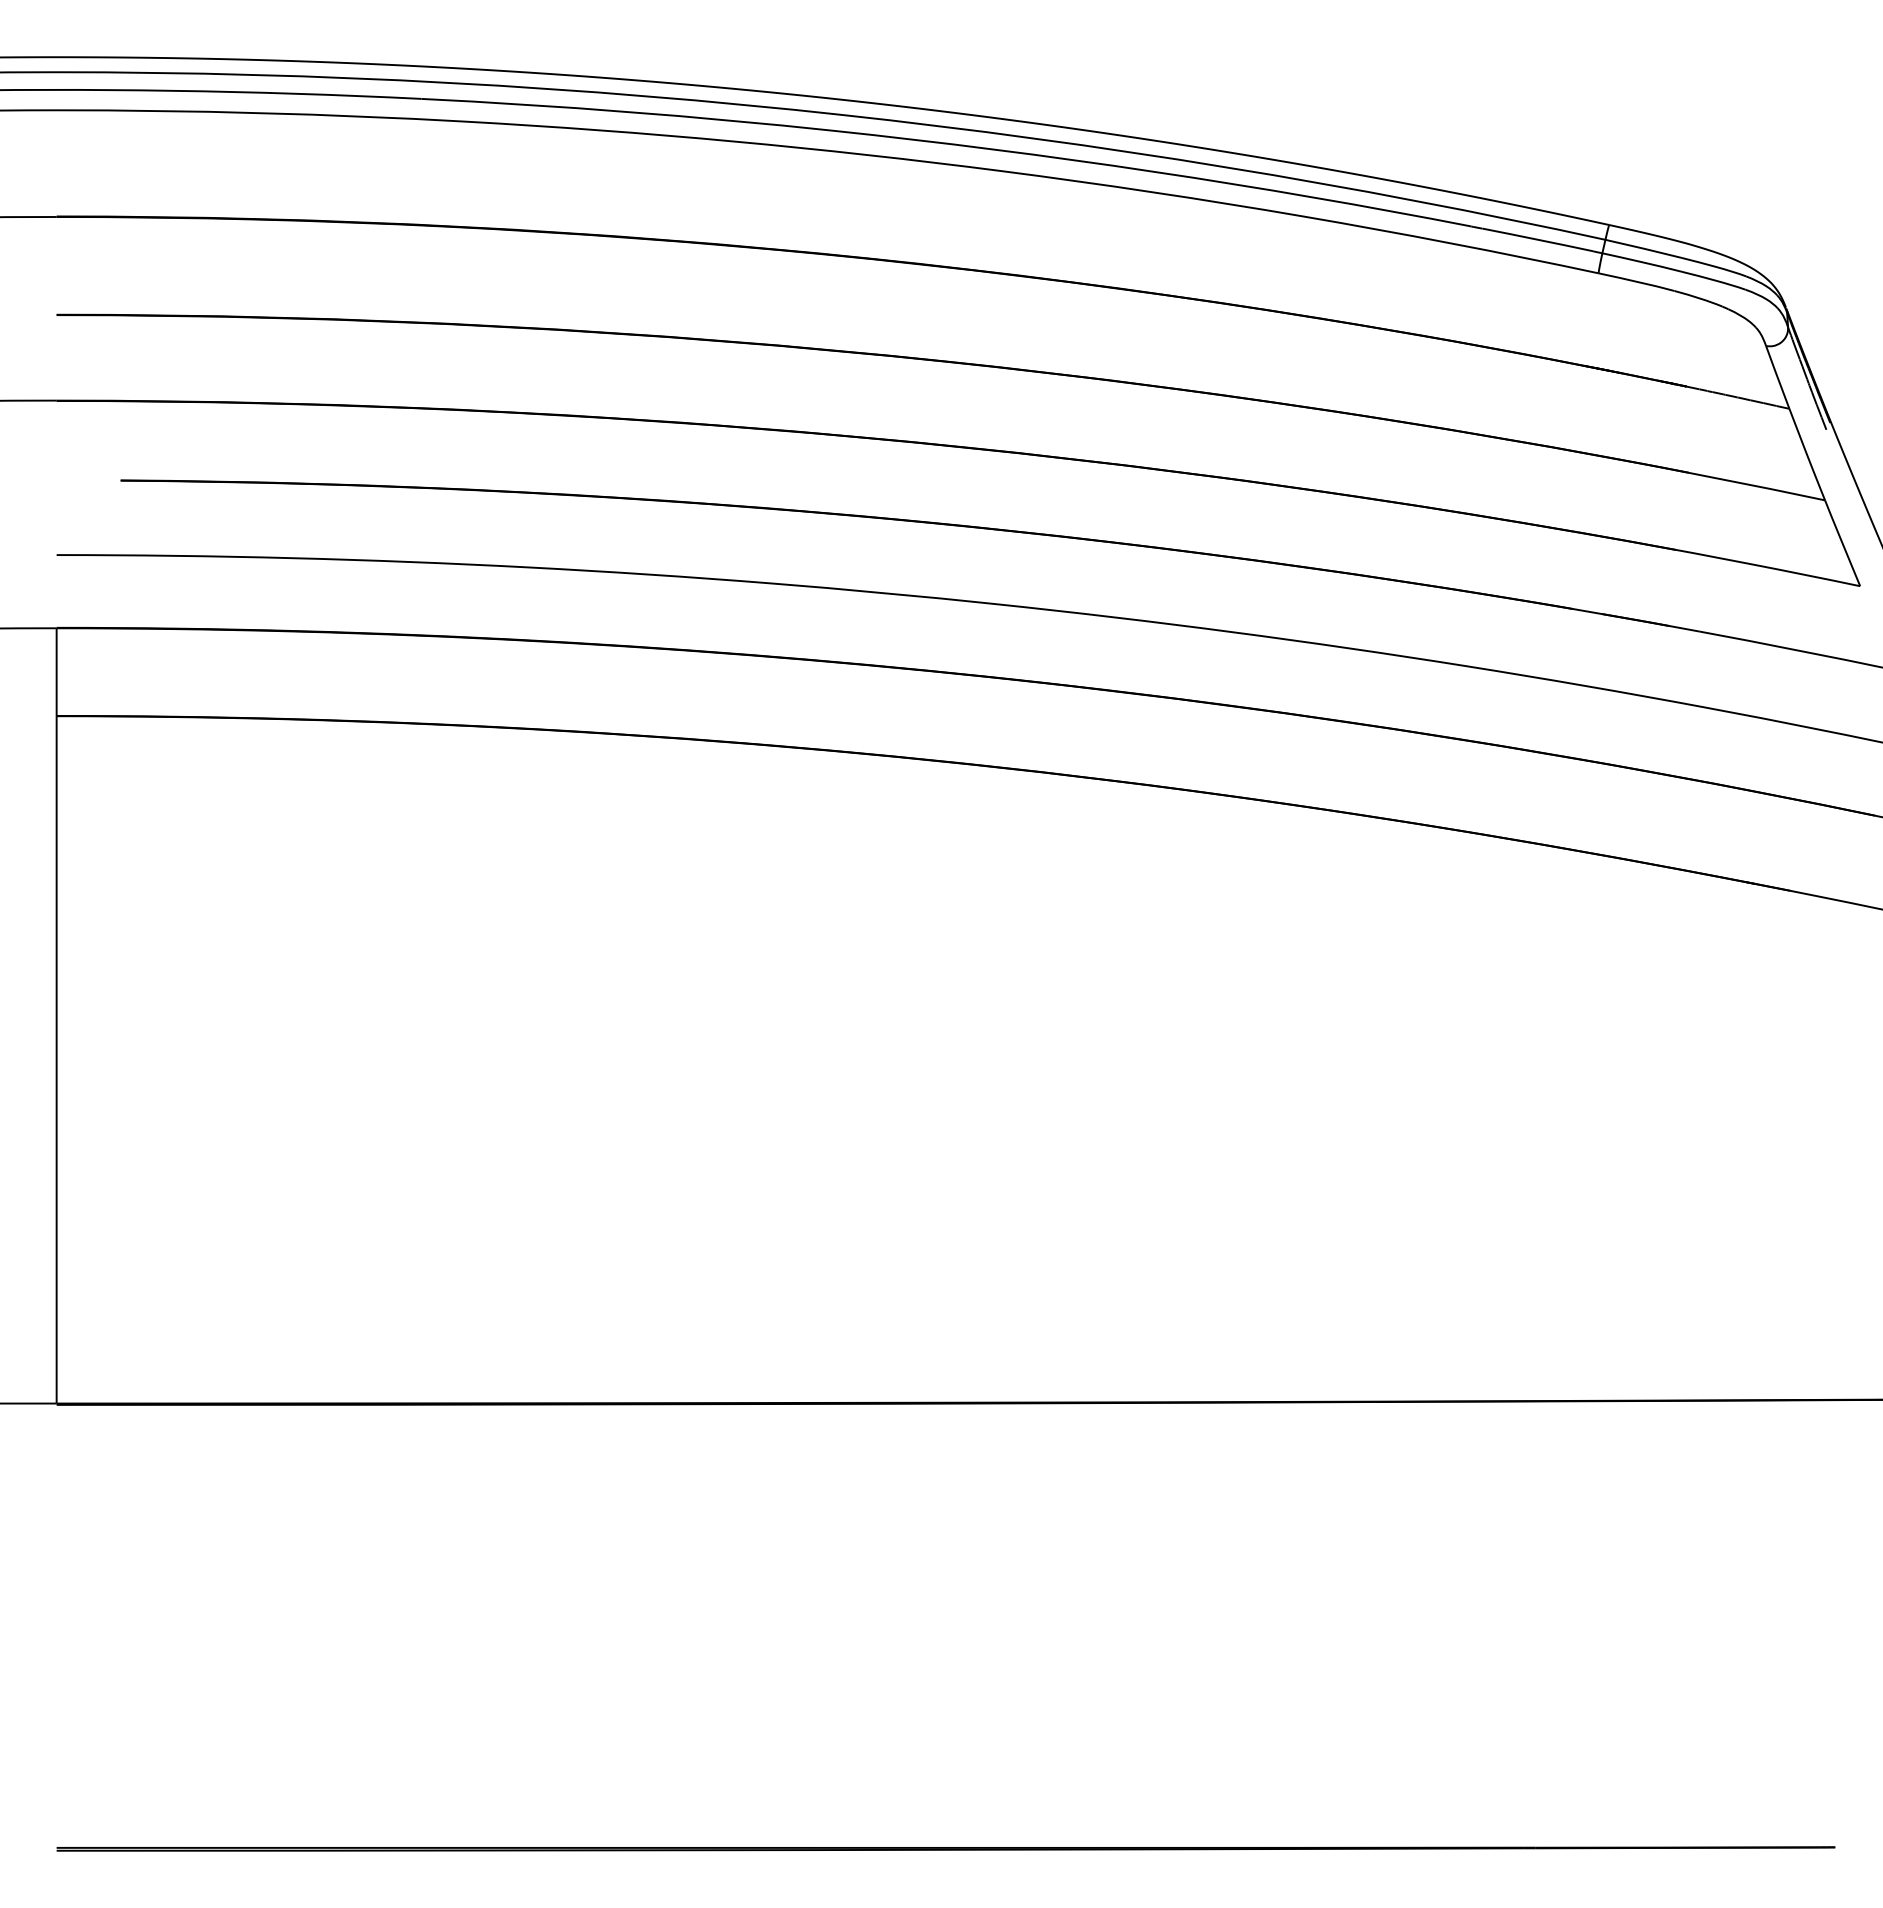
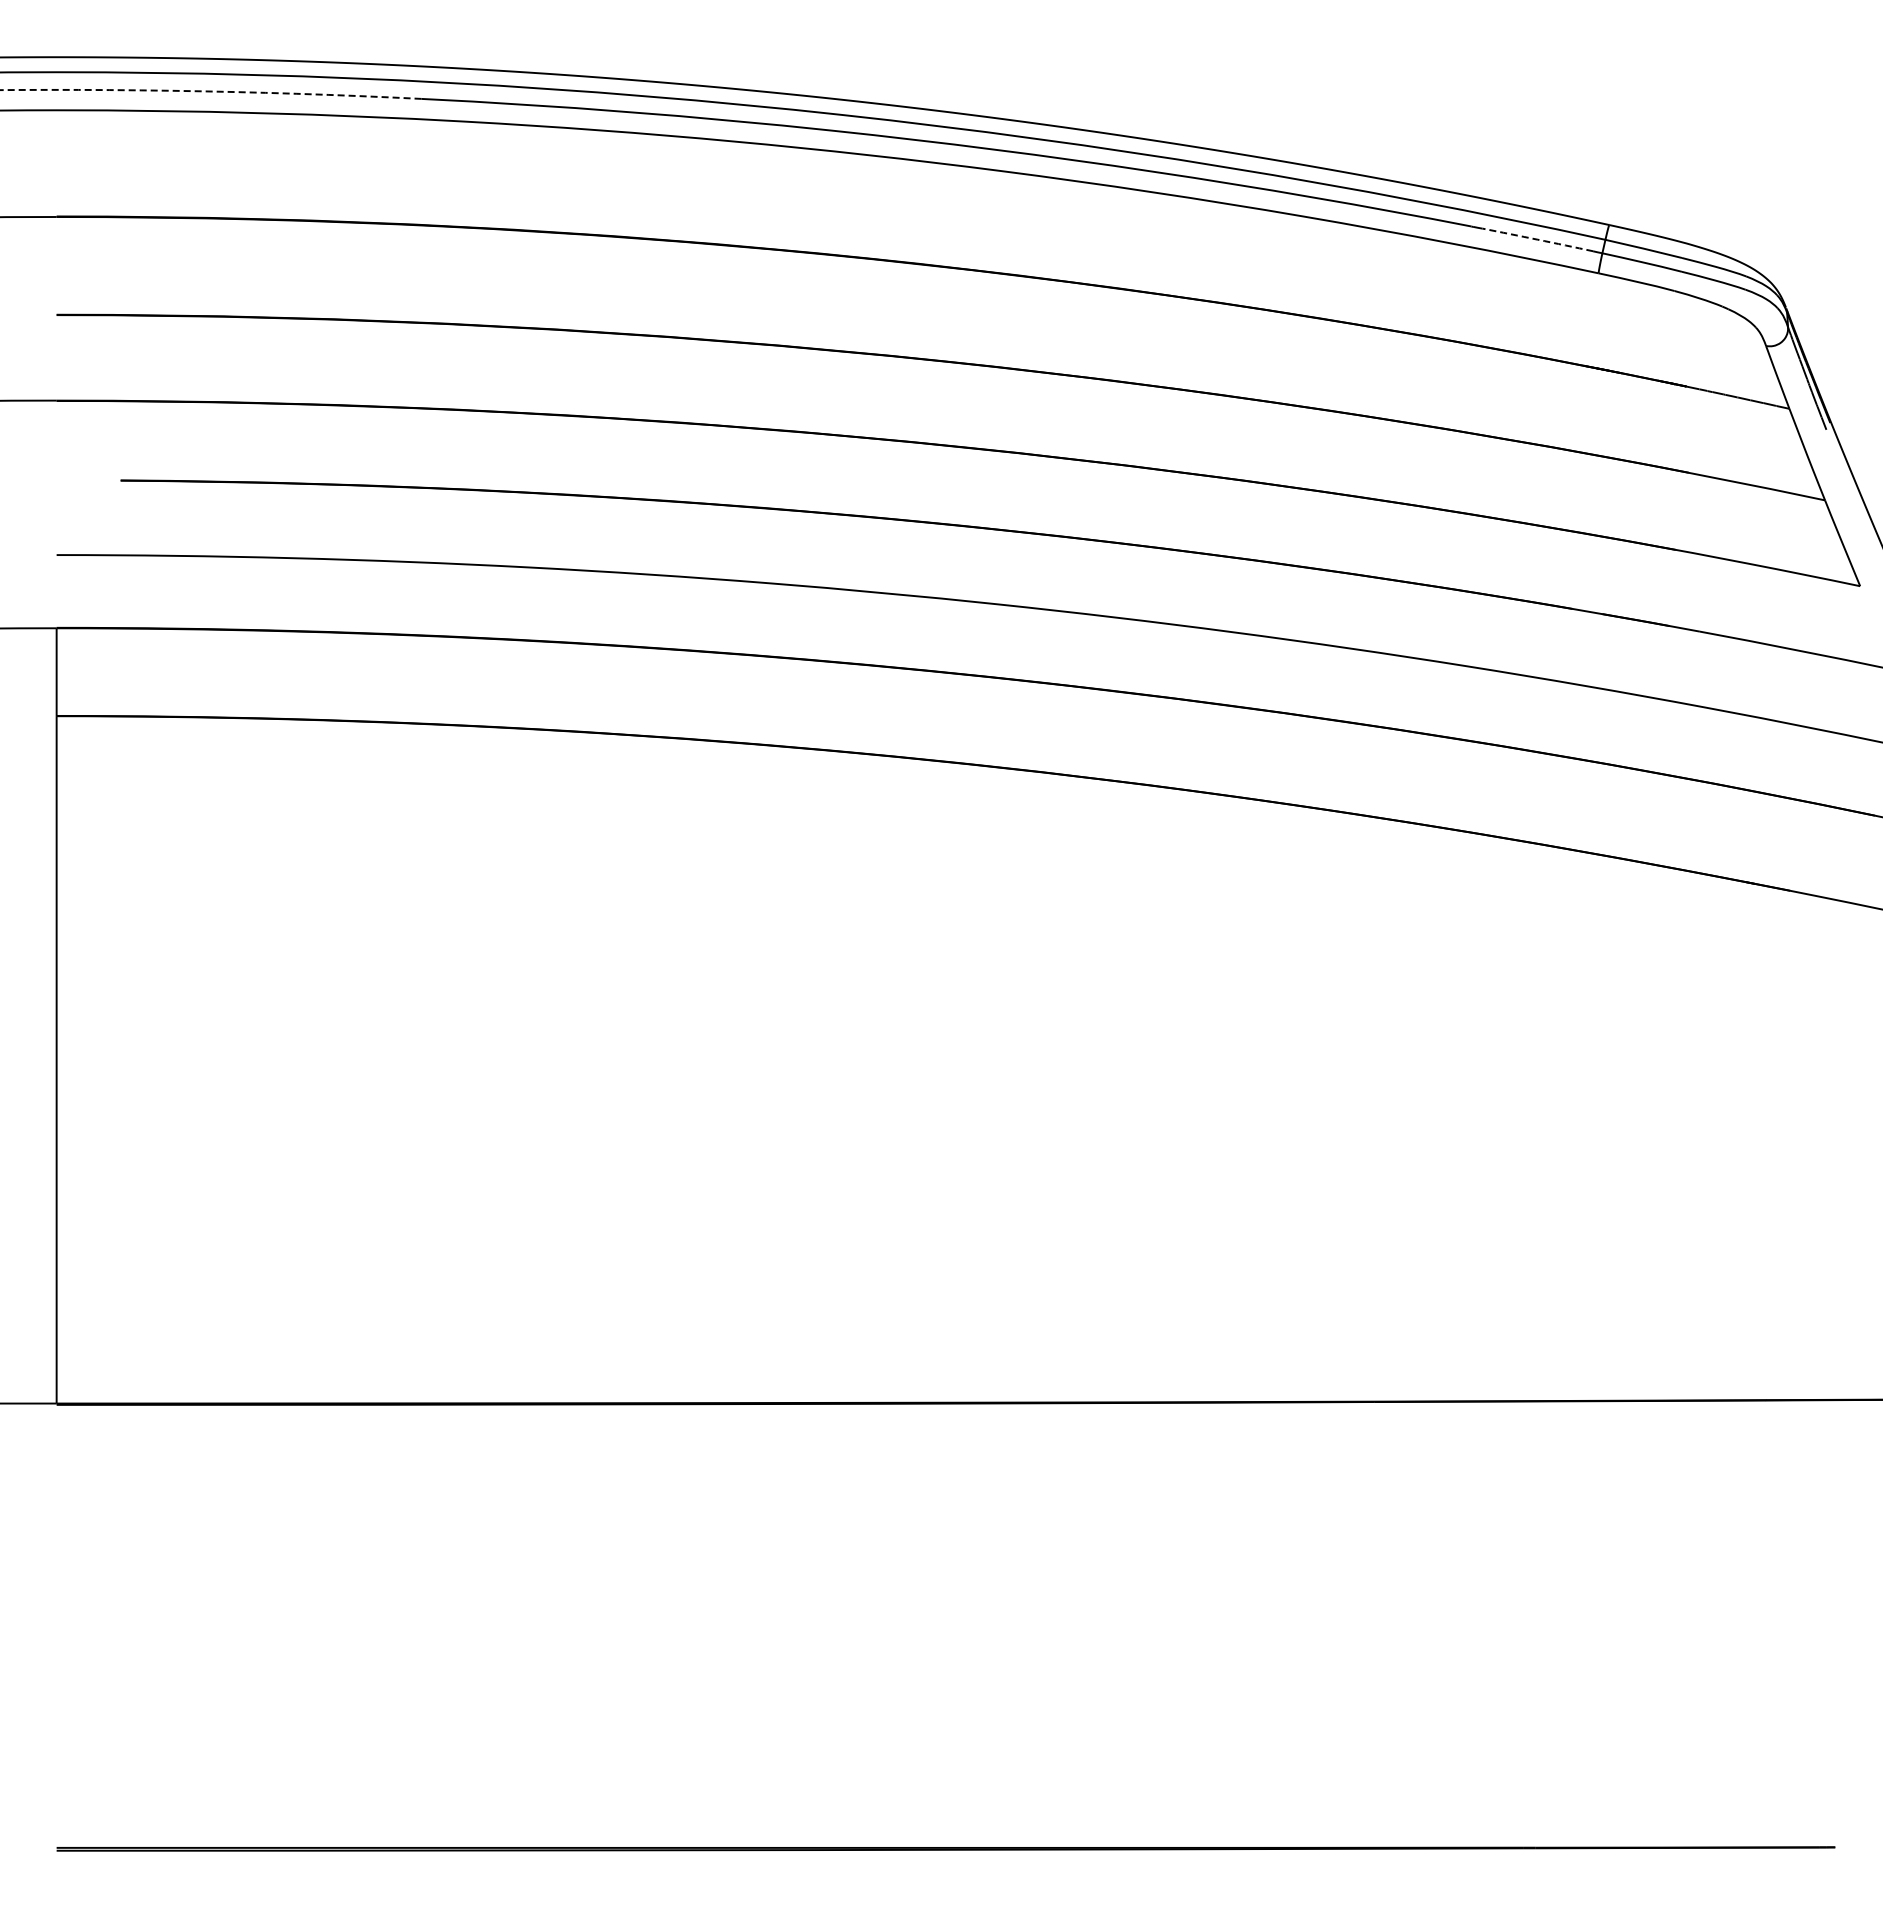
arc at (210, 91): solid -> dashed
arc at (1537, 239): solid -> dashed
